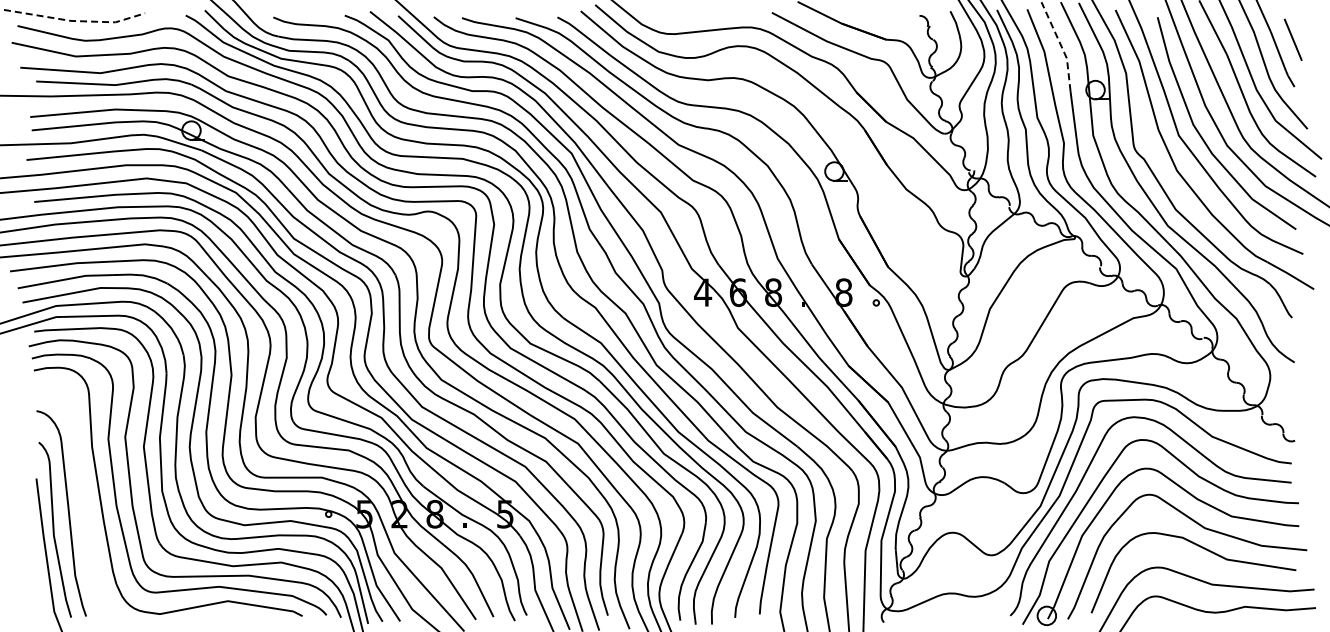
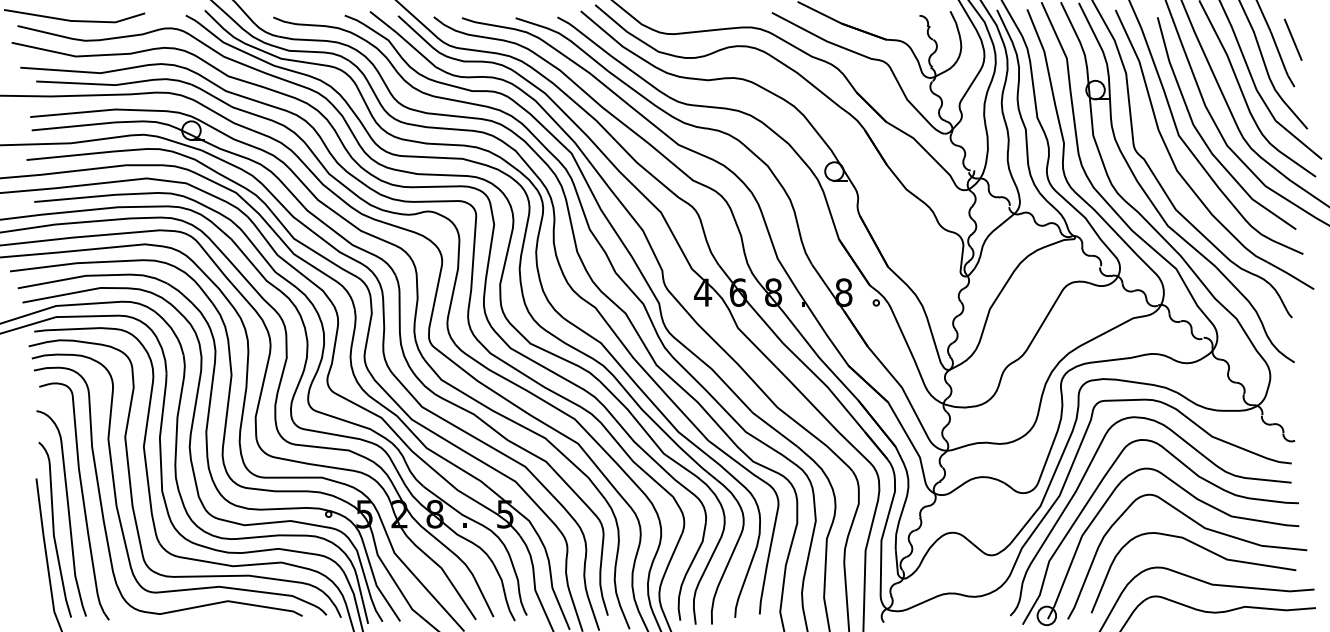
line at (75, 21): dashed -> solid
line at (1061, 45): dashed -> solid
curve at (82, 501): none -> present
